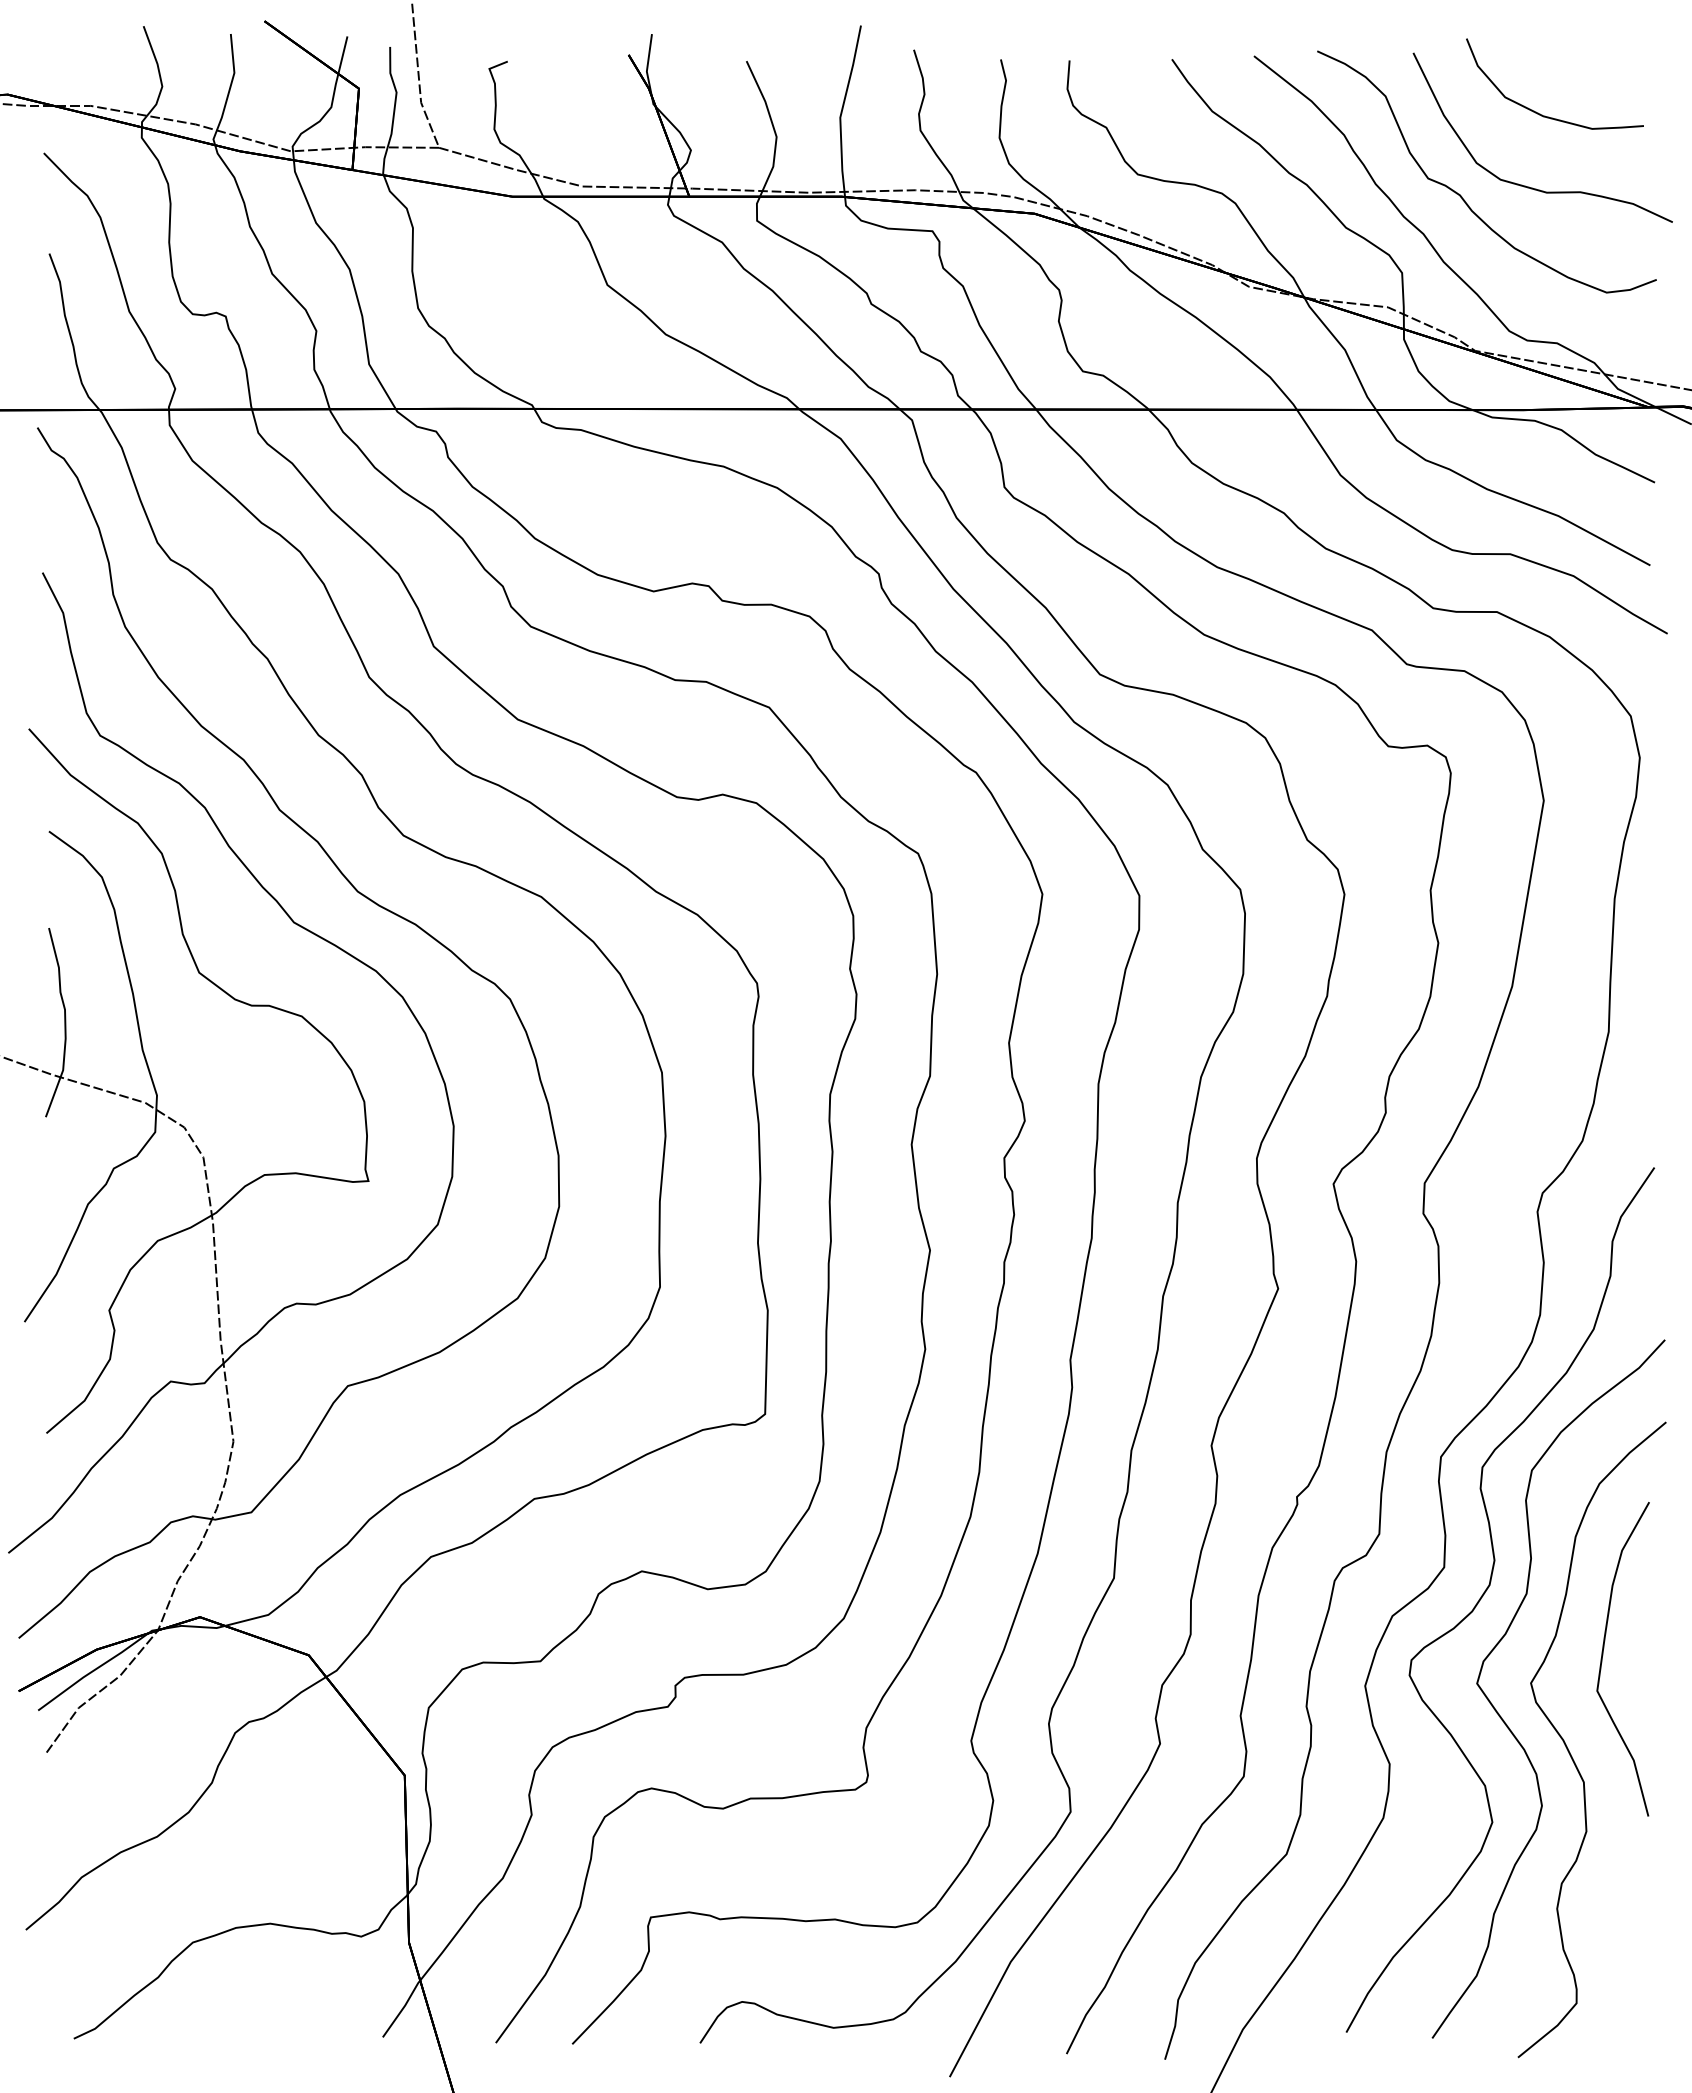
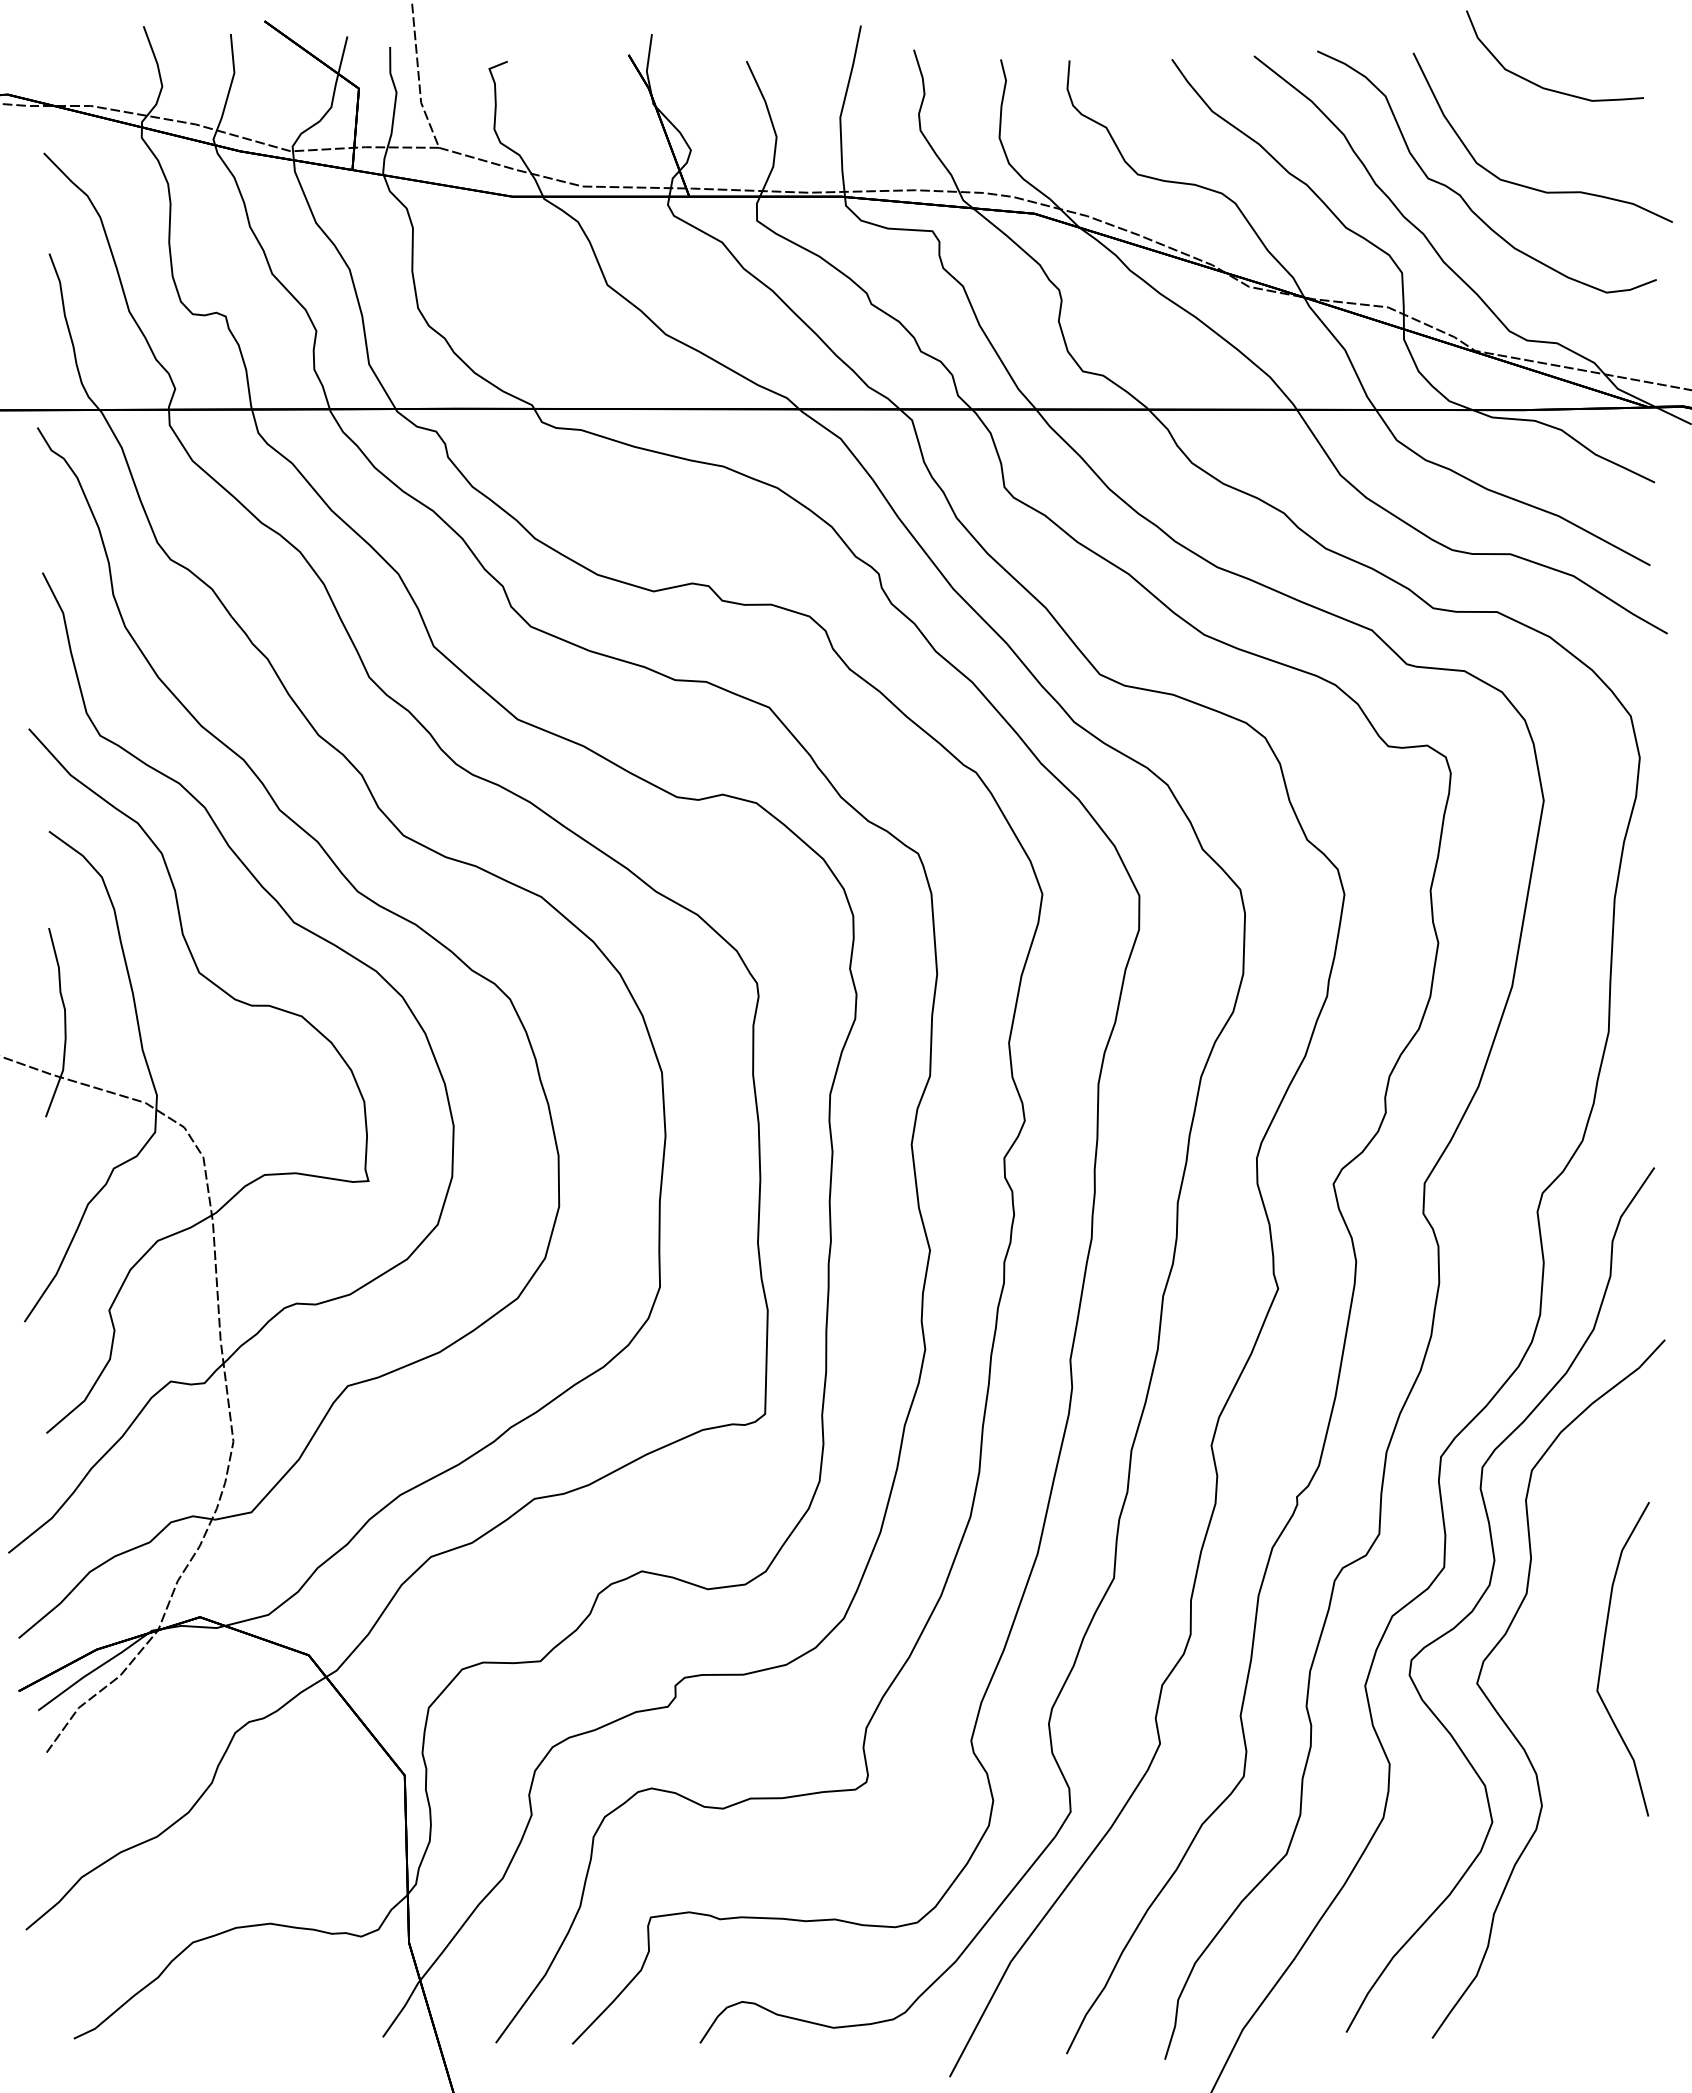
curve at (1540, 113) position: (1540, 113) -> (1540, 85)
curve at (1569, 1750): present -> none
